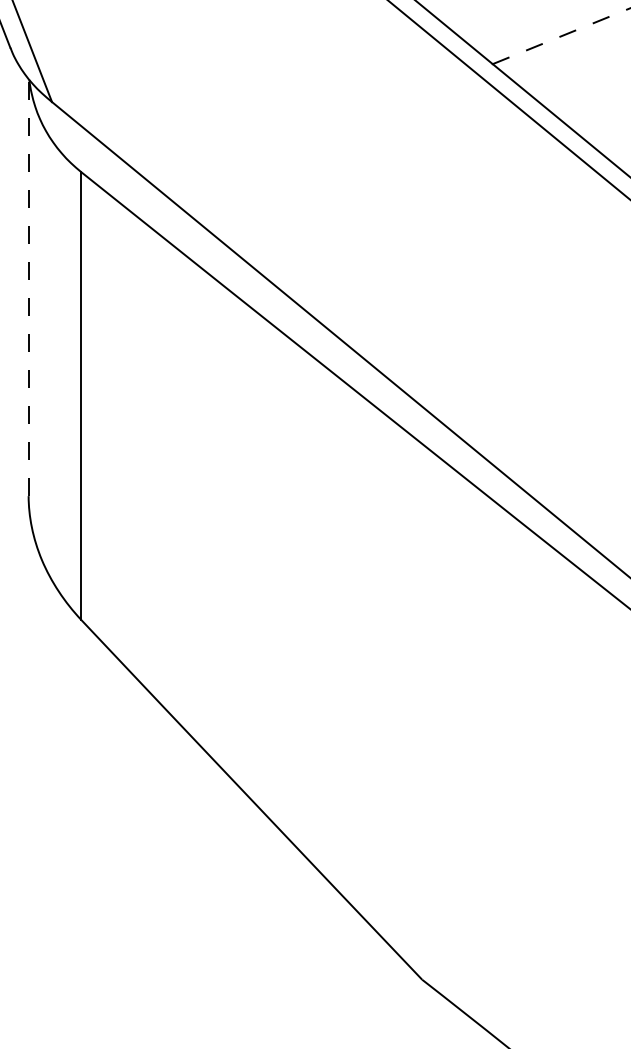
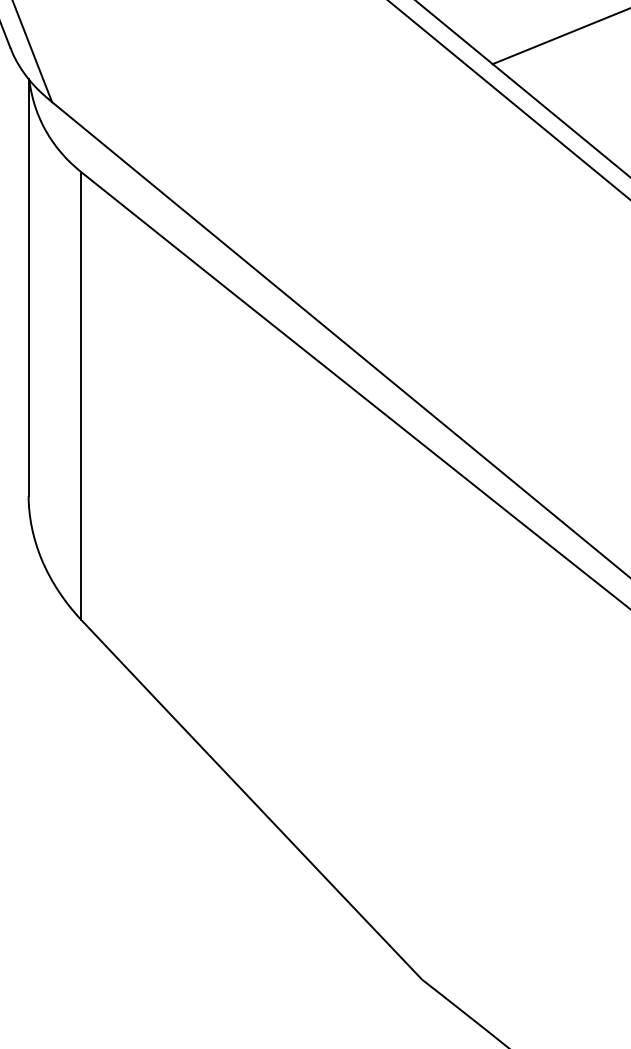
line at (562, 35): dashed -> solid
line at (28, 287): dashed -> solid
